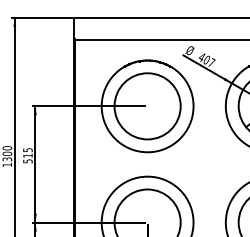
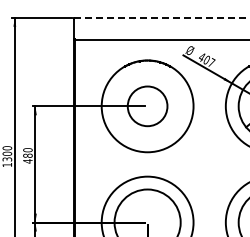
line at (161, 17): solid -> dashed
circle at (147, 106) diameter: 66 px -> 40 px
text at (27, 155): 515 -> 480
